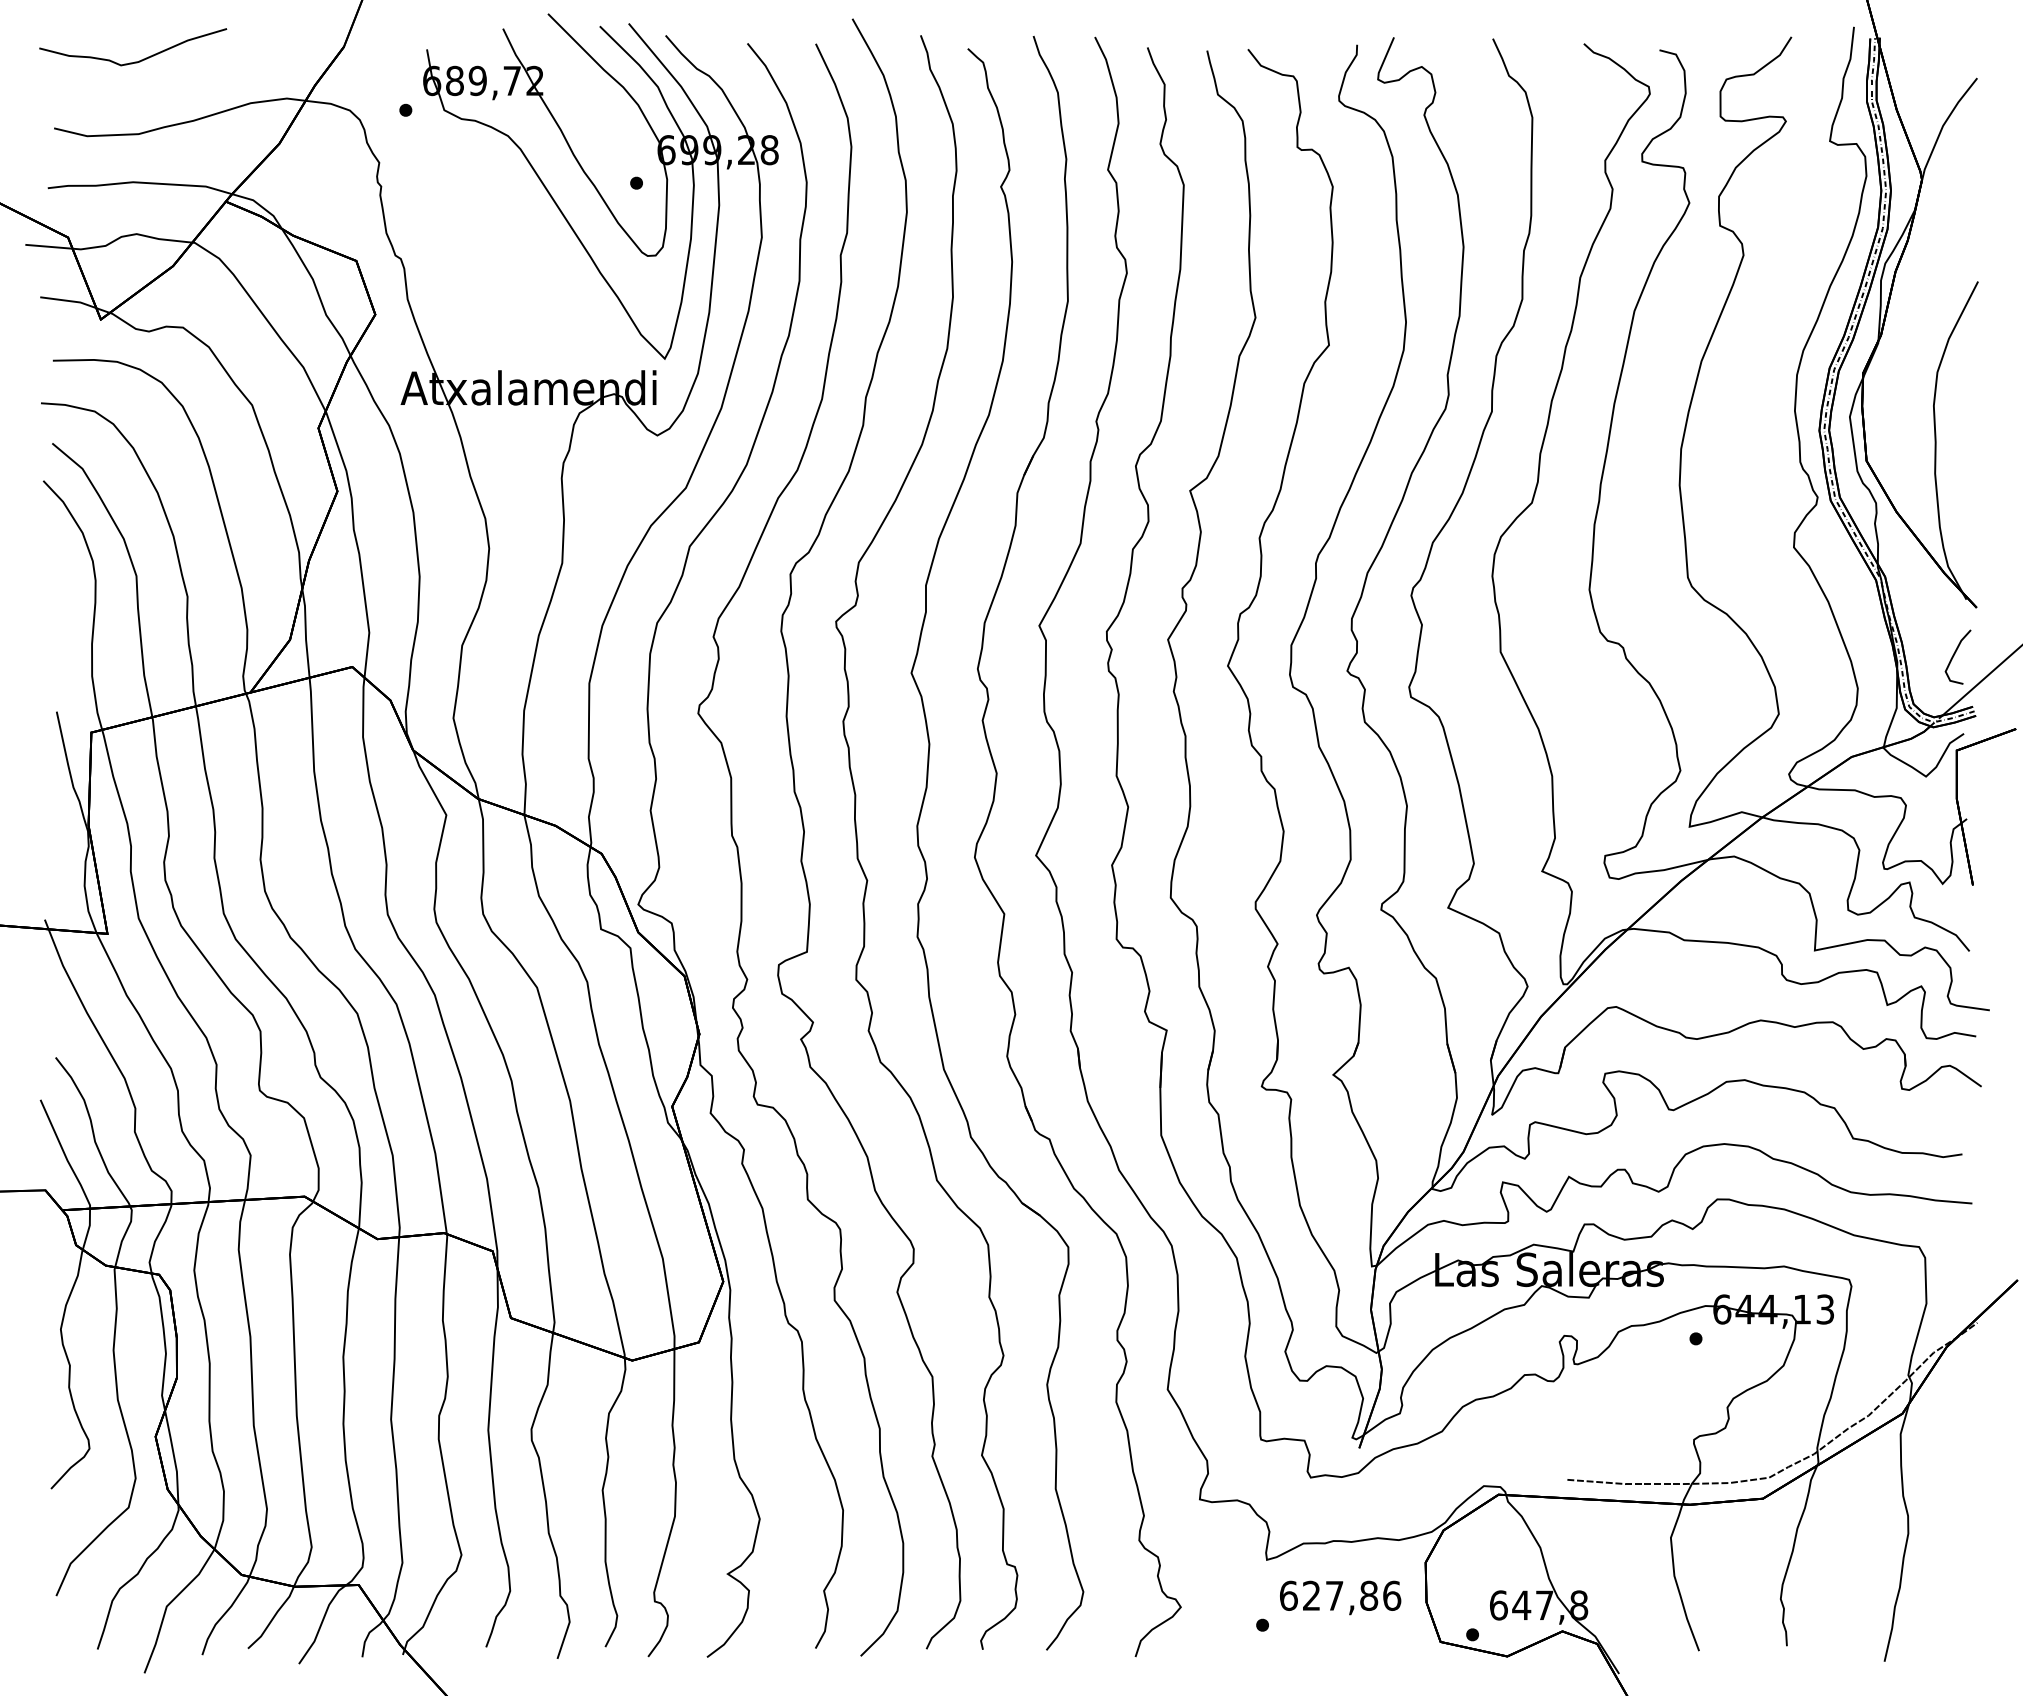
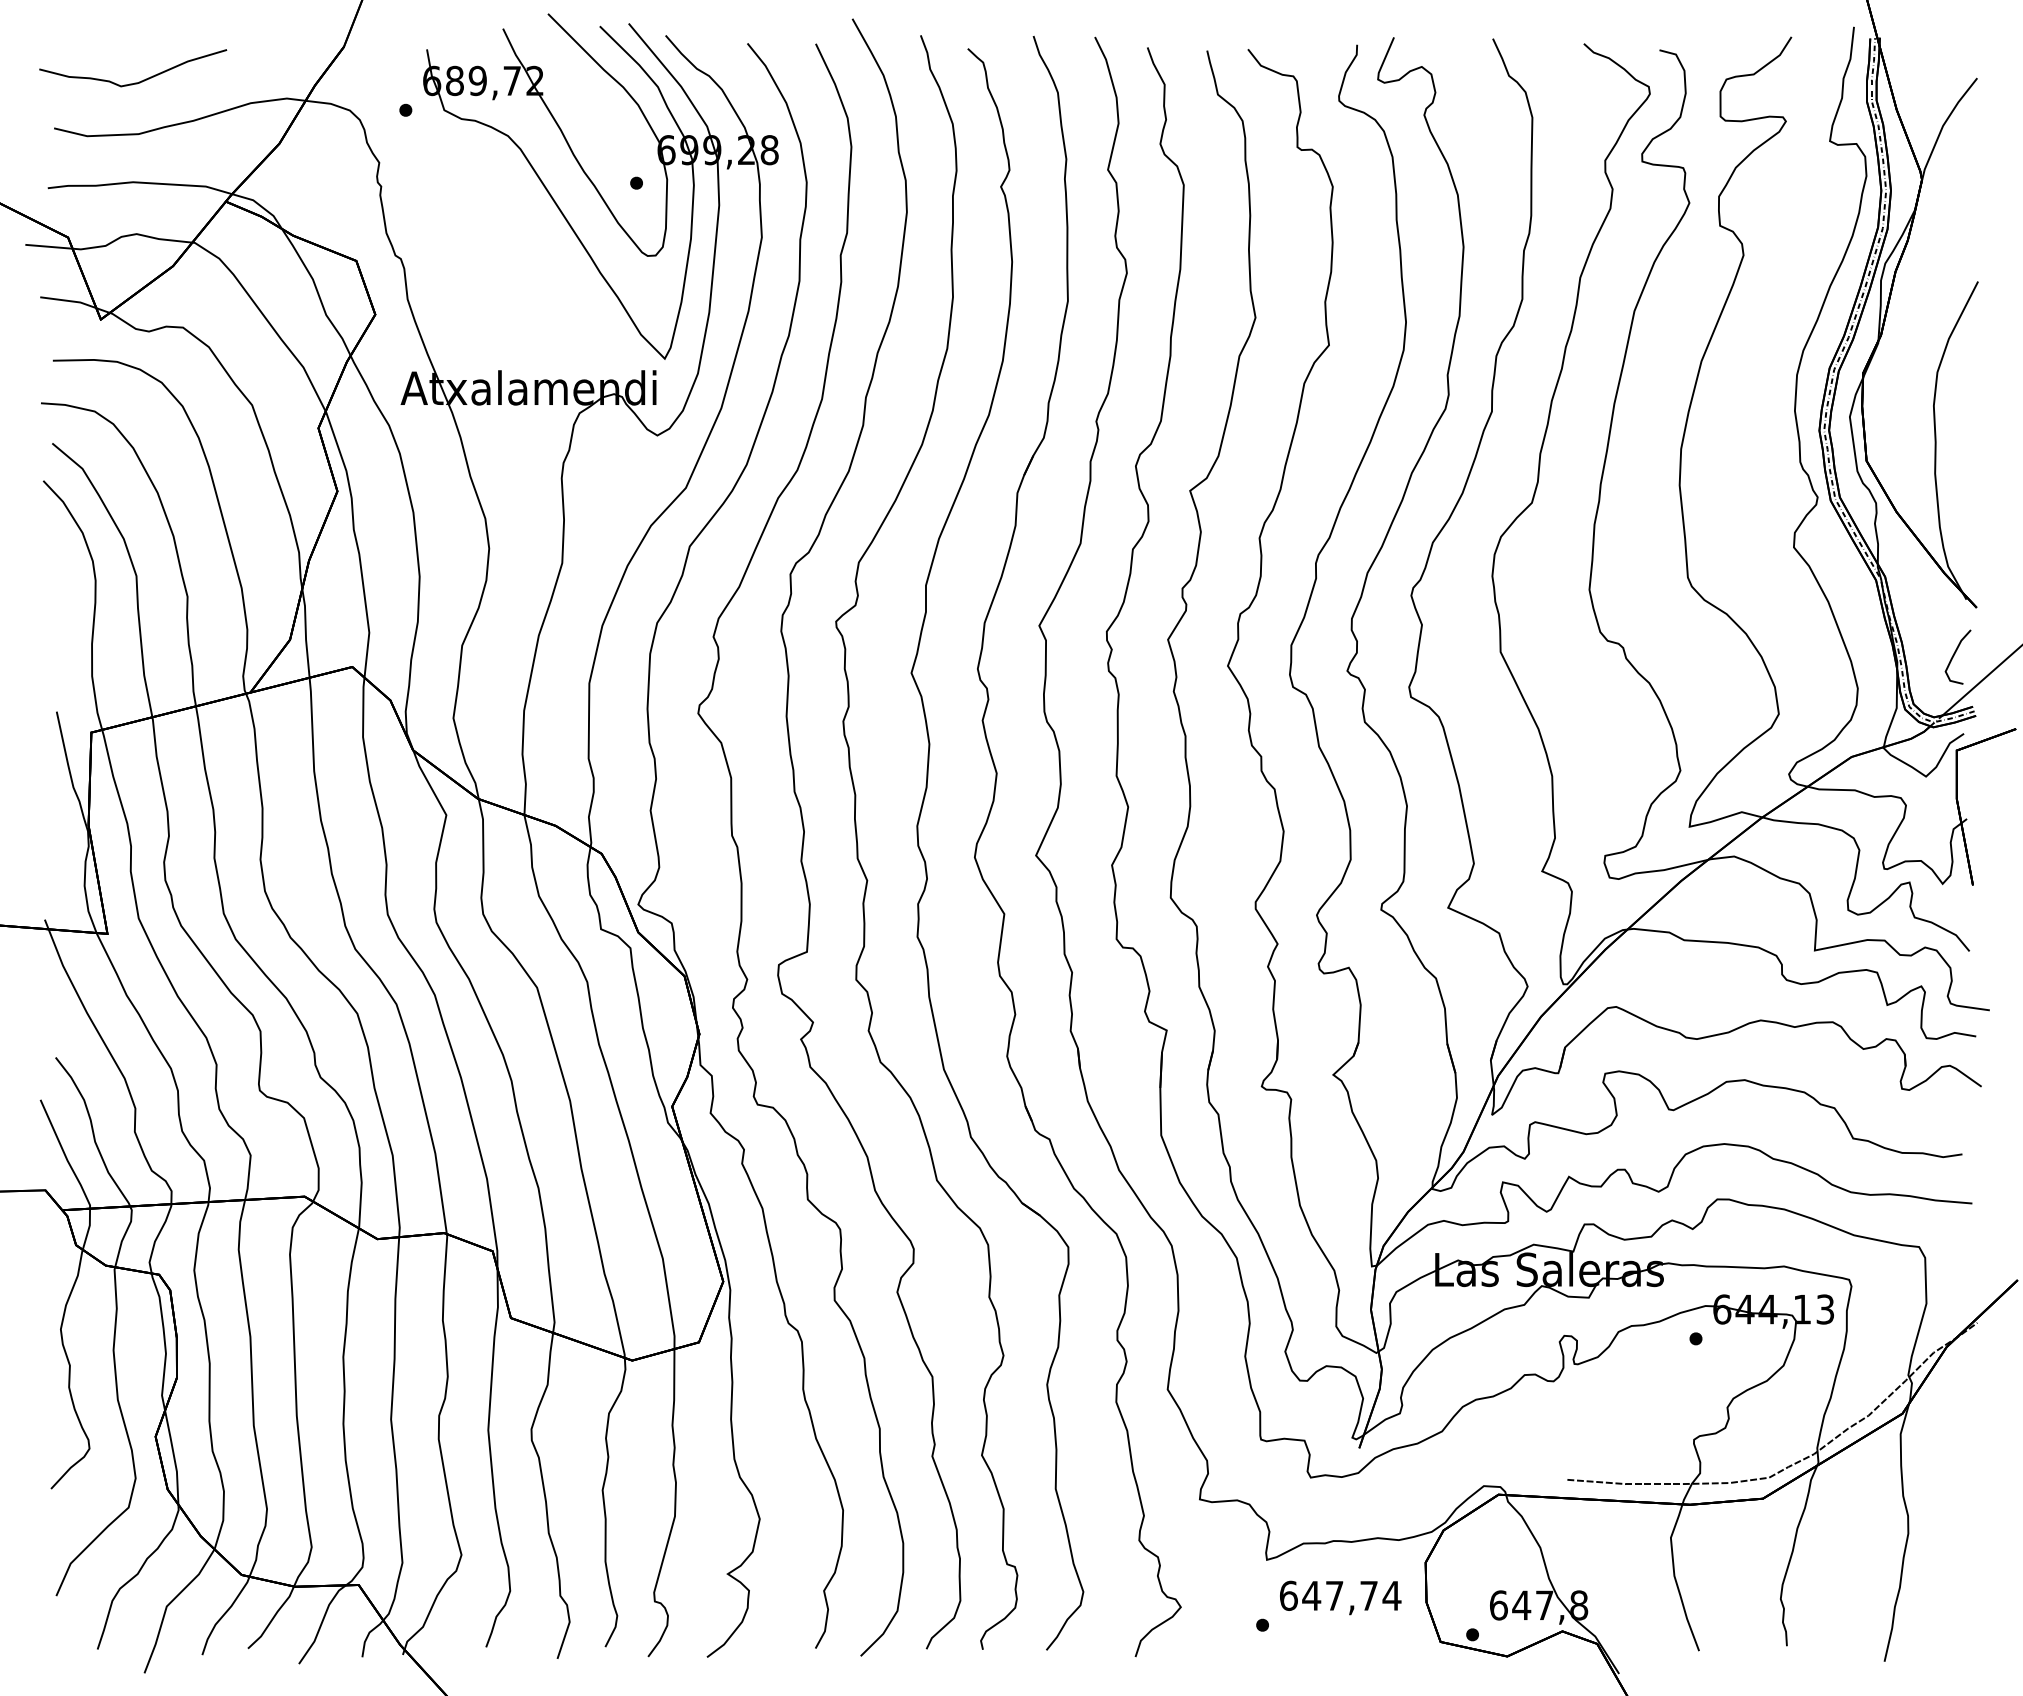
curve at (134, 61) position: (134, 61) -> (134, 82)
text at (1351, 1595): 627,86 -> 647,74
